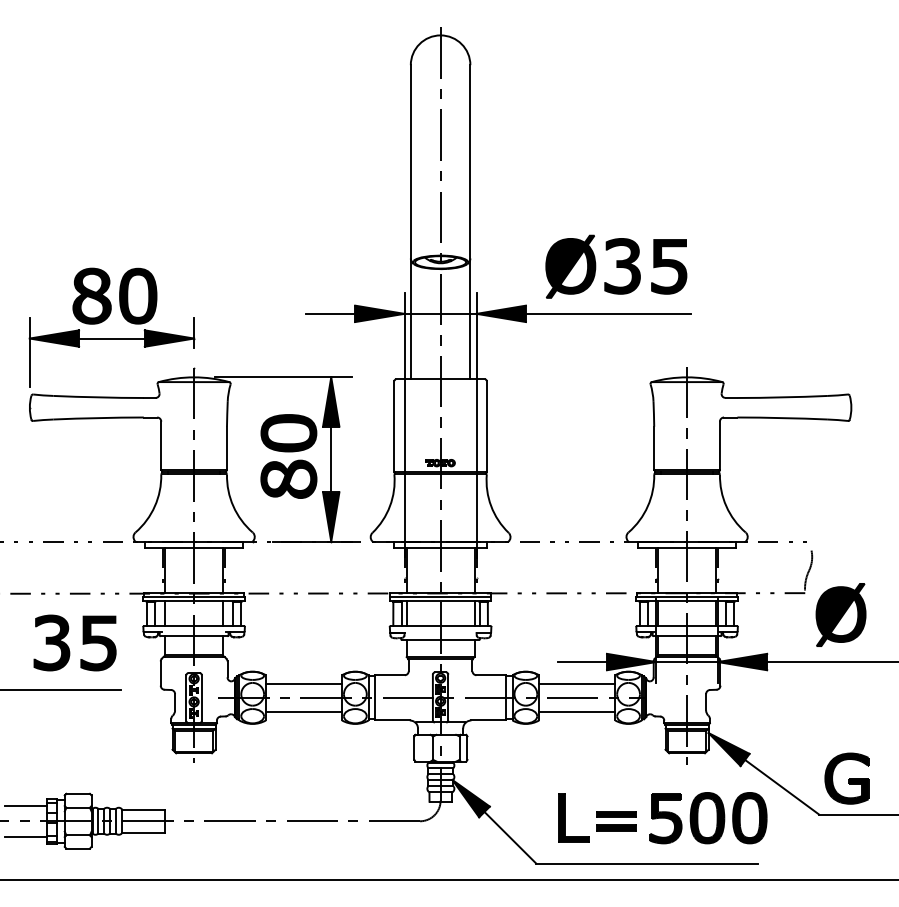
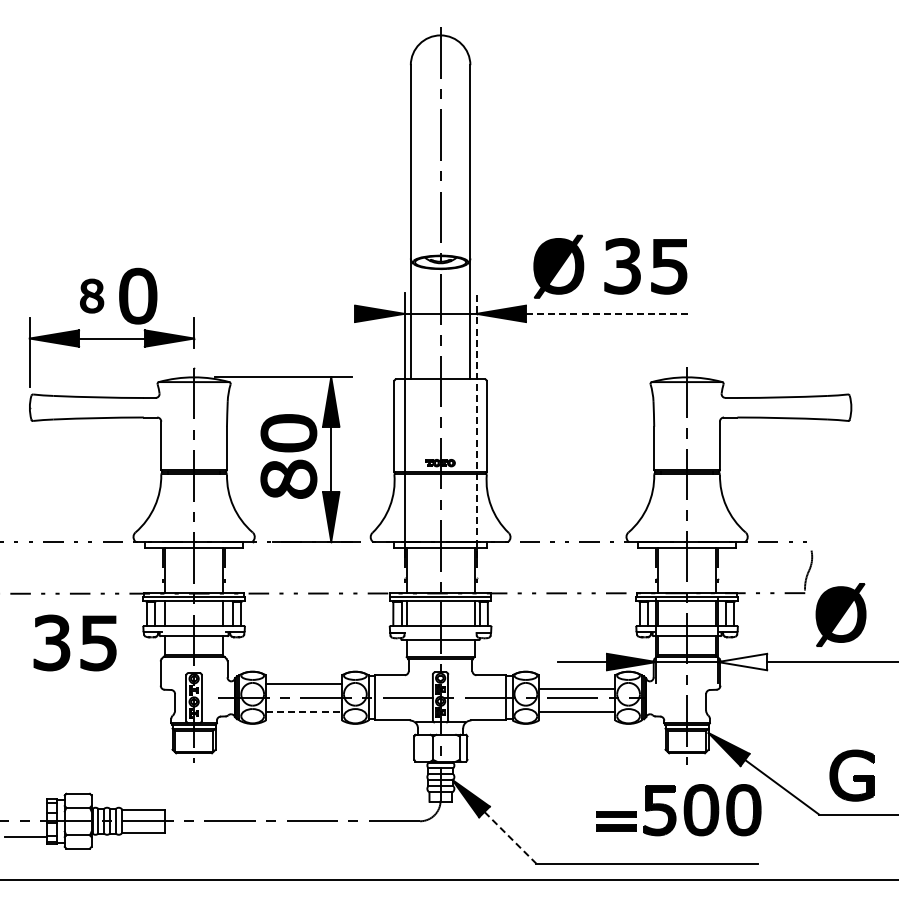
part at (570, 266) position: (570, 266) -> (558, 266)
part at (91, 295) size: 40x58 px -> 25x36 px
line at (330, 313): present -> none
line at (608, 313): solid -> dashed
line at (476, 425): solid -> dashed
fill at (742, 661): present -> none
line at (577, 683) position: (577, 683) -> (577, 688)
line at (61, 690): present -> none
line at (304, 712): solid -> dashed
part at (846, 778) position: (846, 778) -> (851, 775)
line at (25, 805): present -> none
part at (565, 817): present -> none
part at (708, 818) position: (708, 818) -> (702, 810)
line at (510, 837): solid -> dashed
